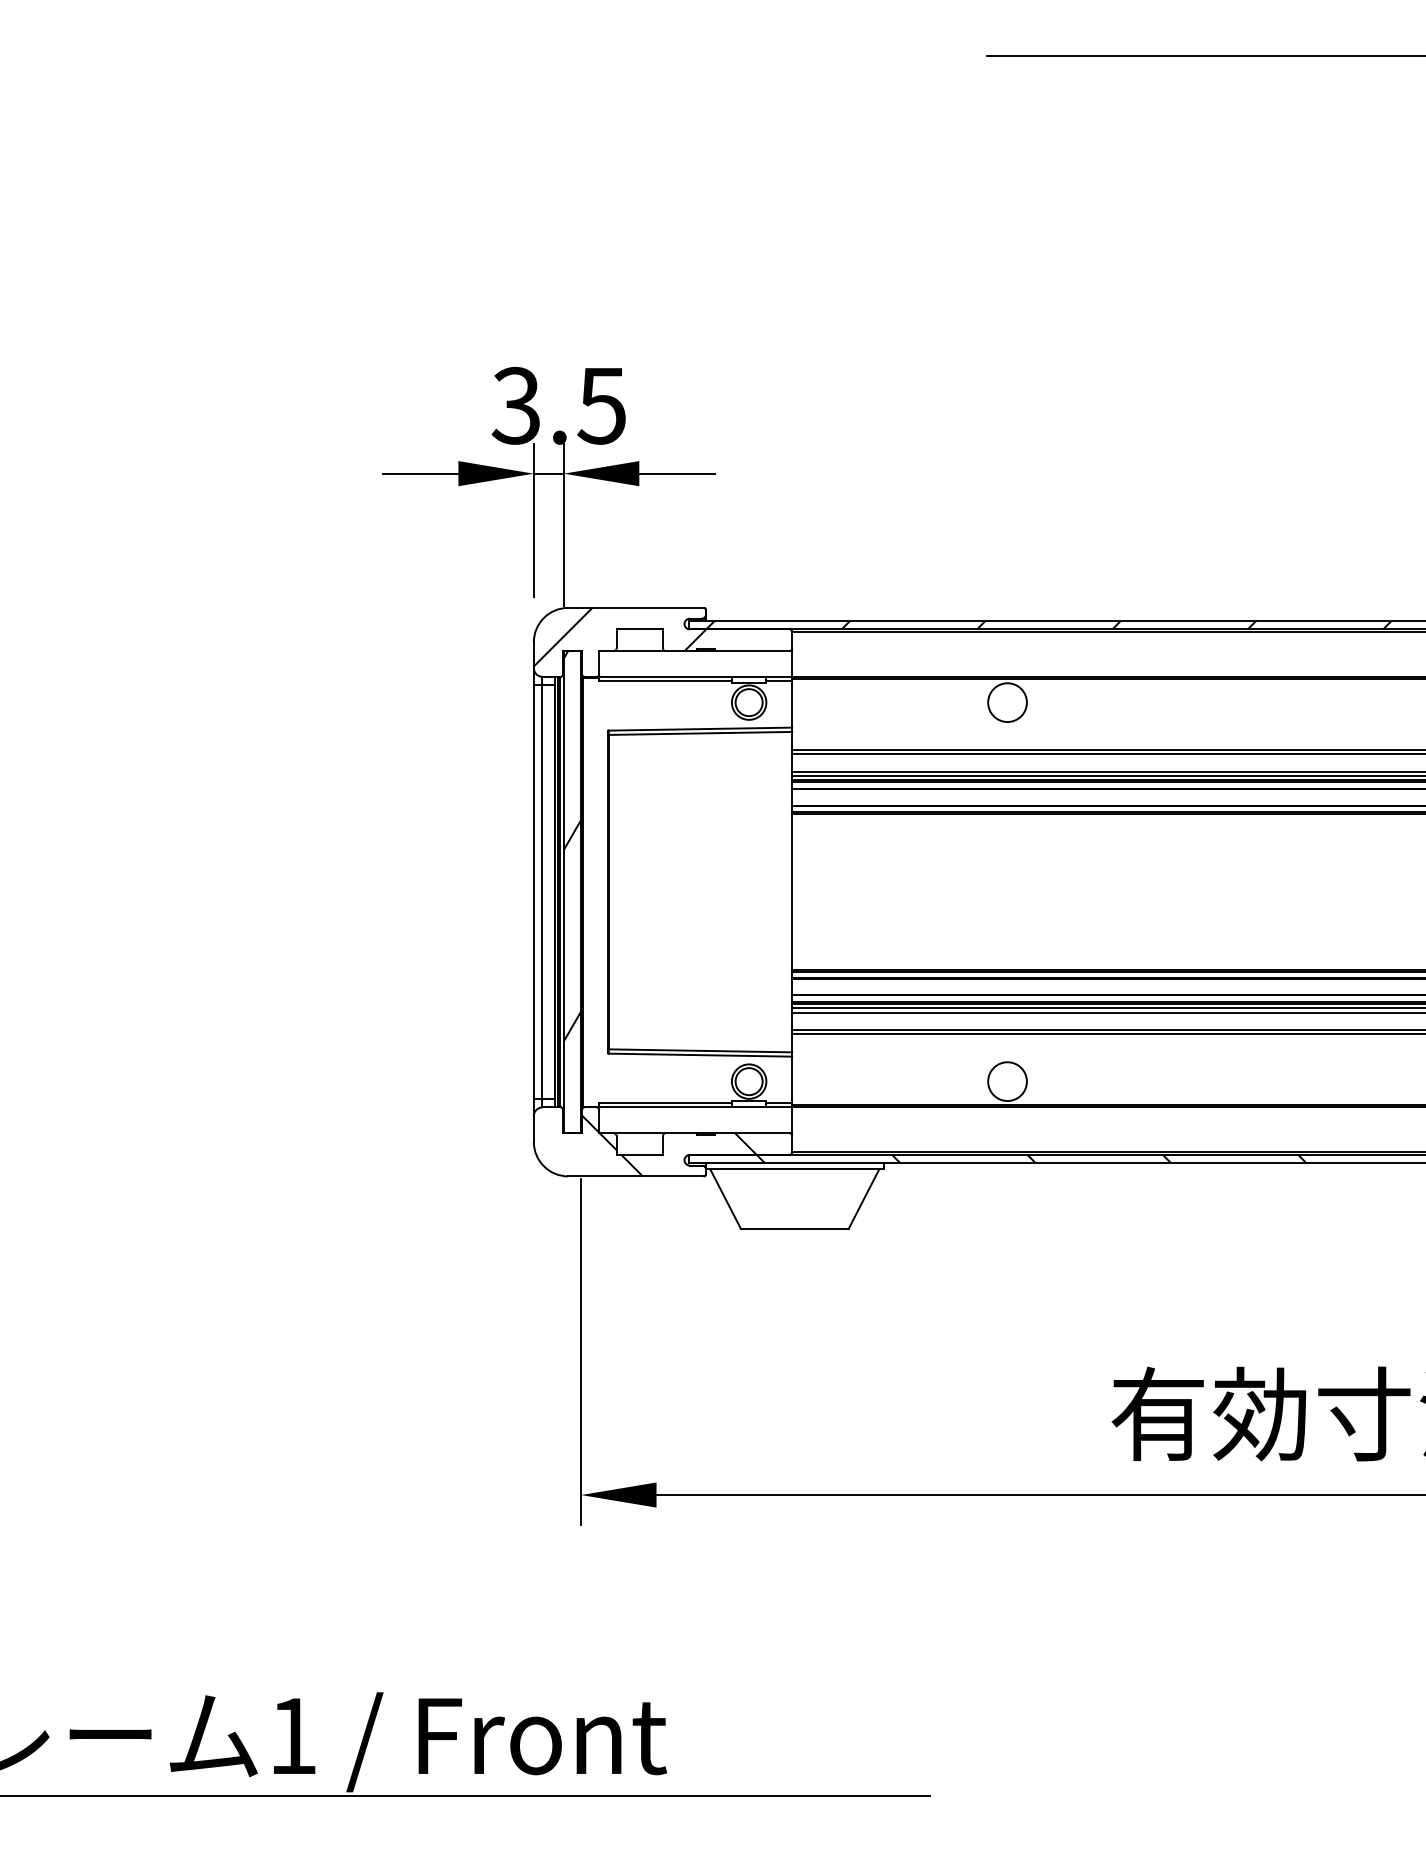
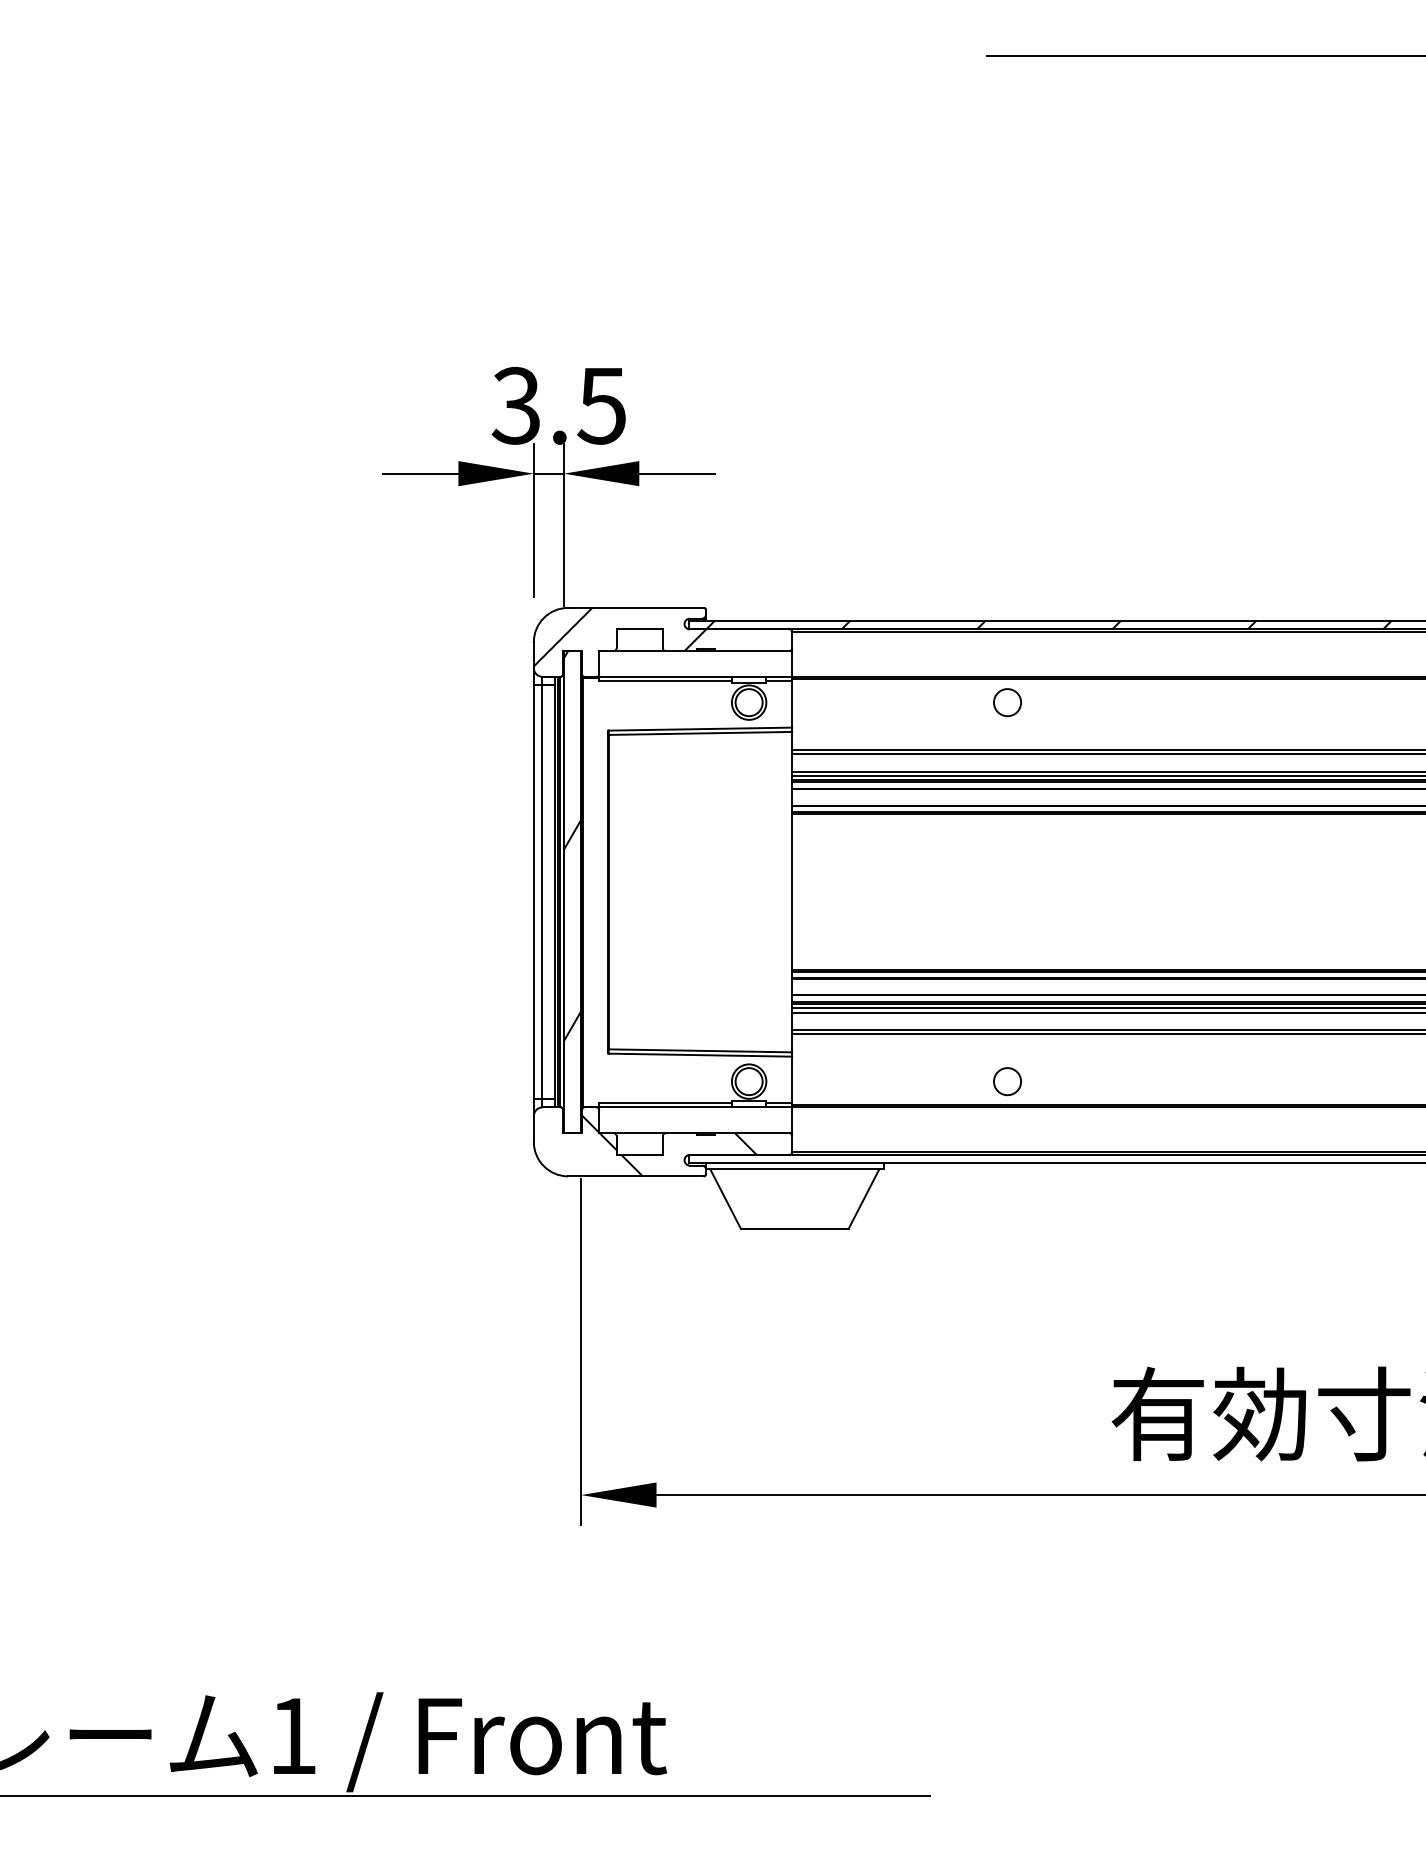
circle at (1007, 702) diameter: 39 px -> 27 px
circle at (1007, 1081) diameter: 39 px -> 27 px
hatch at (1031, 1158): present -> none
